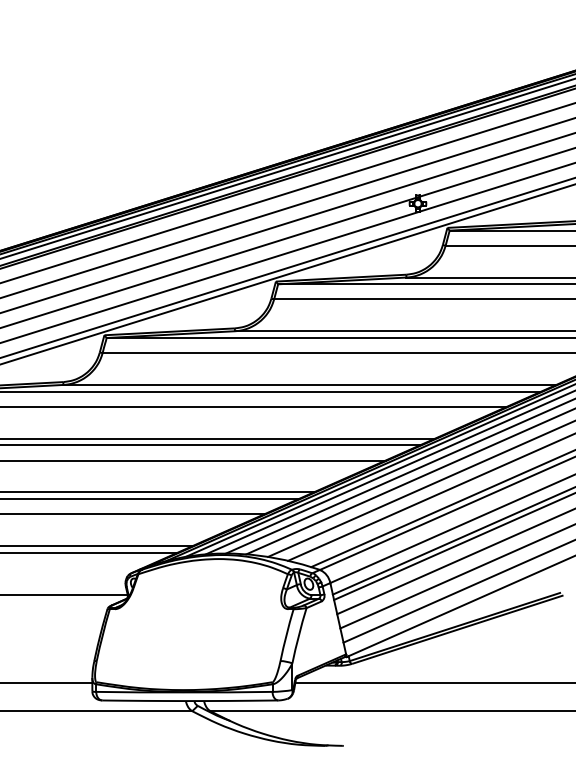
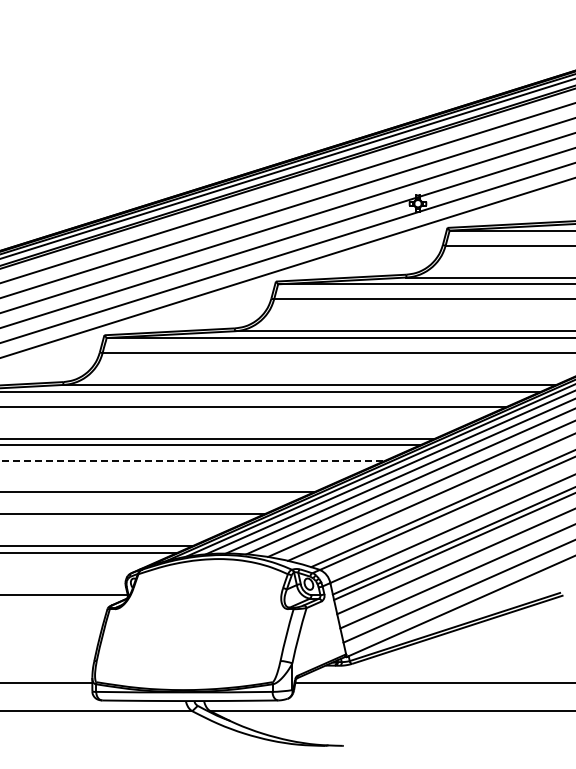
line at (287, 274): present -> none
line at (193, 460): solid -> dashed
line at (150, 499): present -> none
